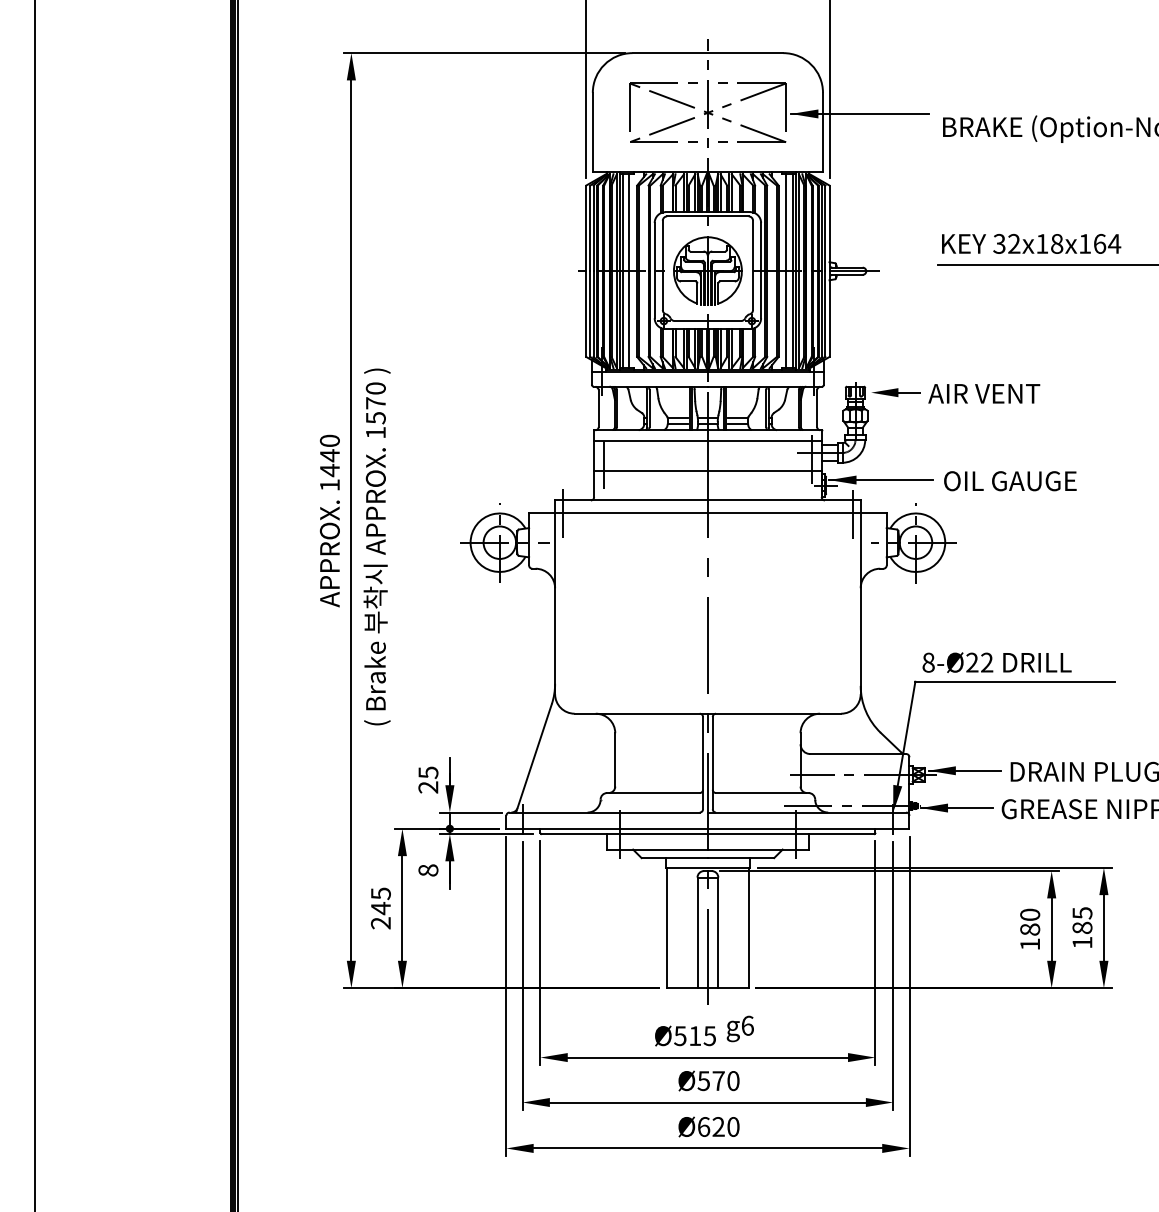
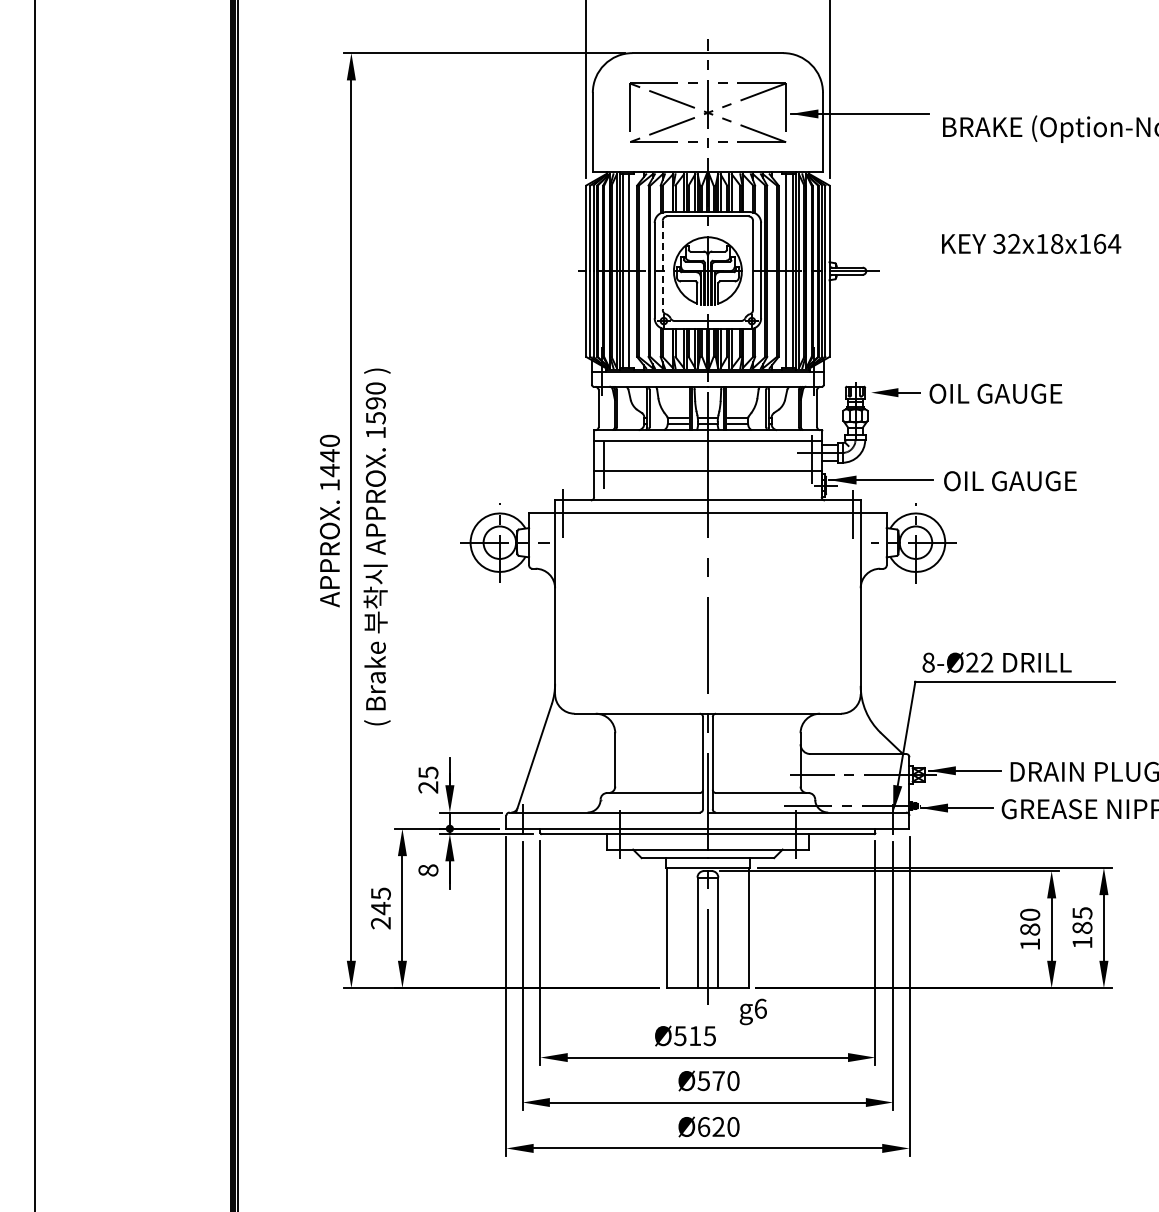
line at (1046, 264): present -> none
line at (662, 265): solid -> dashed
text at (995, 393): AIR VENT -> OIL GAUGE
text at (375, 403): 1570 -> 1590
text at (739, 1028) position: (739, 1028) -> (752, 1011)
